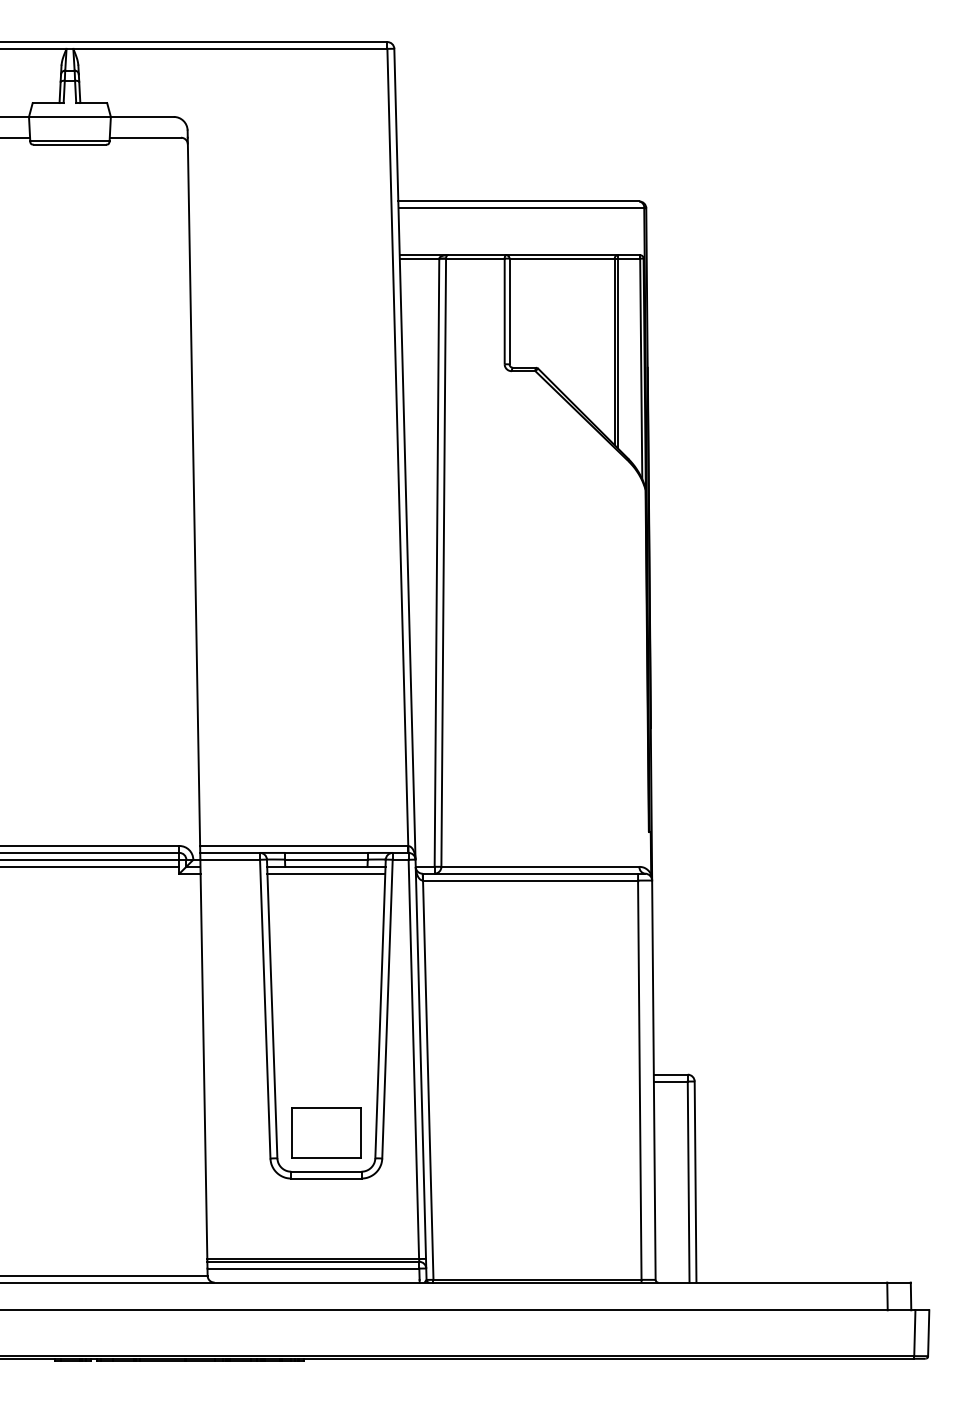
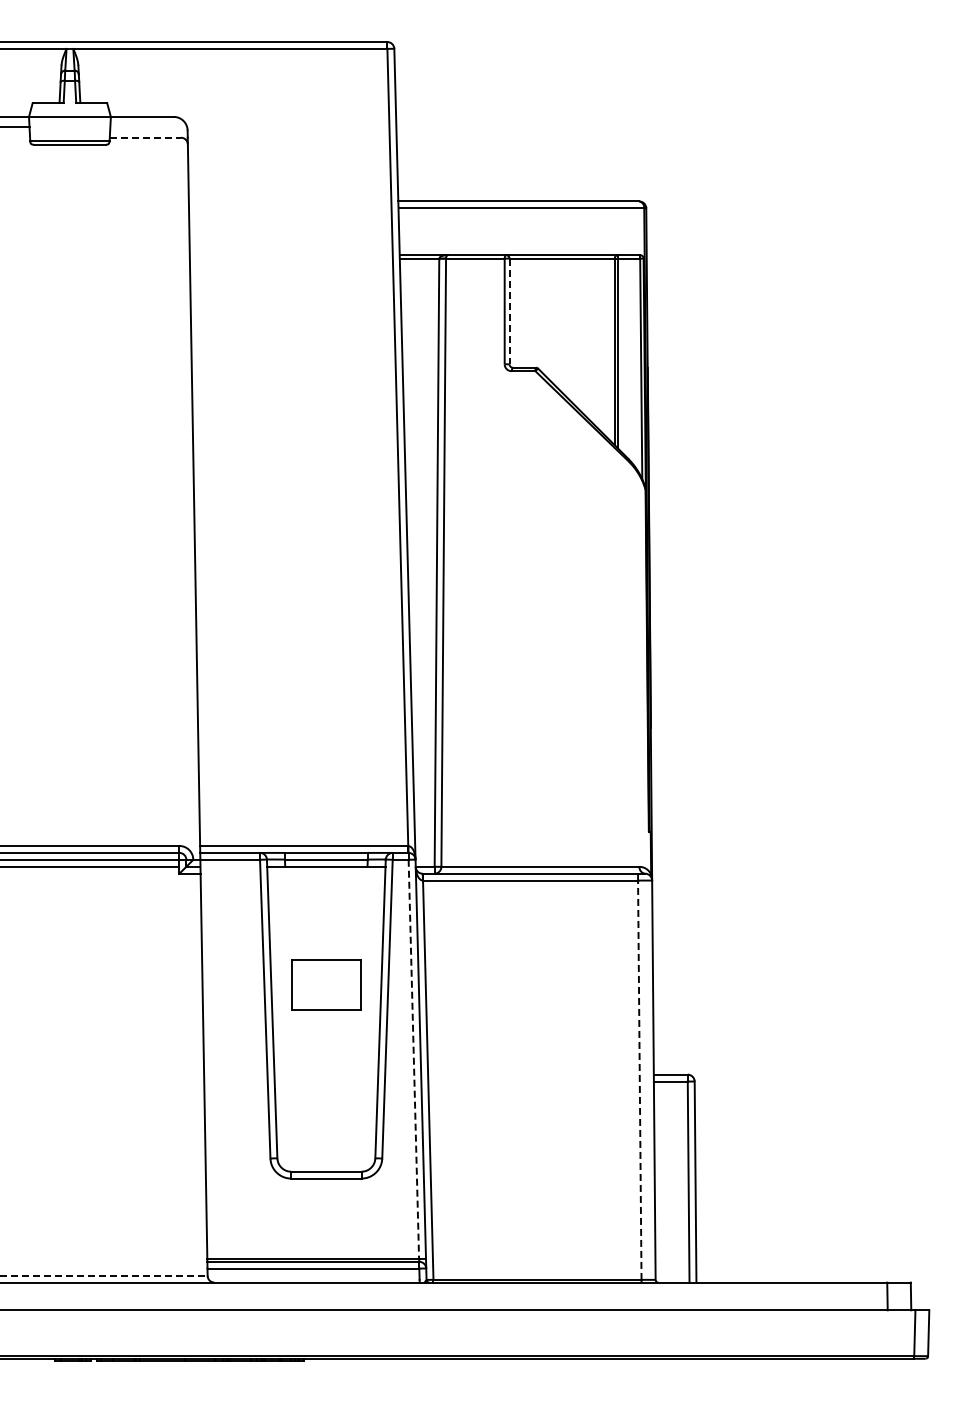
line at (16, 137) position: (16, 137) -> (16, 126)
line at (145, 137): solid -> dashed
line at (509, 311): solid -> dashed
line at (326, 873): present -> none
line at (413, 1059): solid -> dashed
line at (639, 1080): solid -> dashed
part at (326, 1132) position: (326, 1132) -> (326, 984)
line at (104, 1275): solid -> dashed
